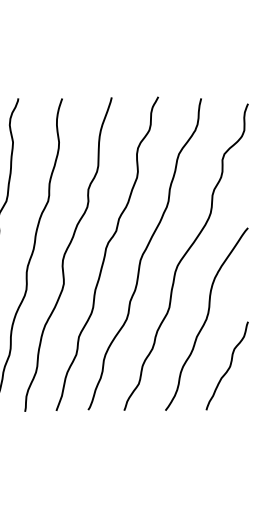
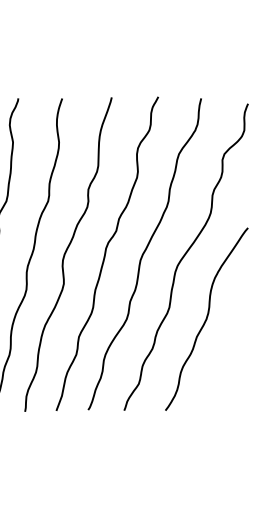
curve at (228, 367): present -> none
